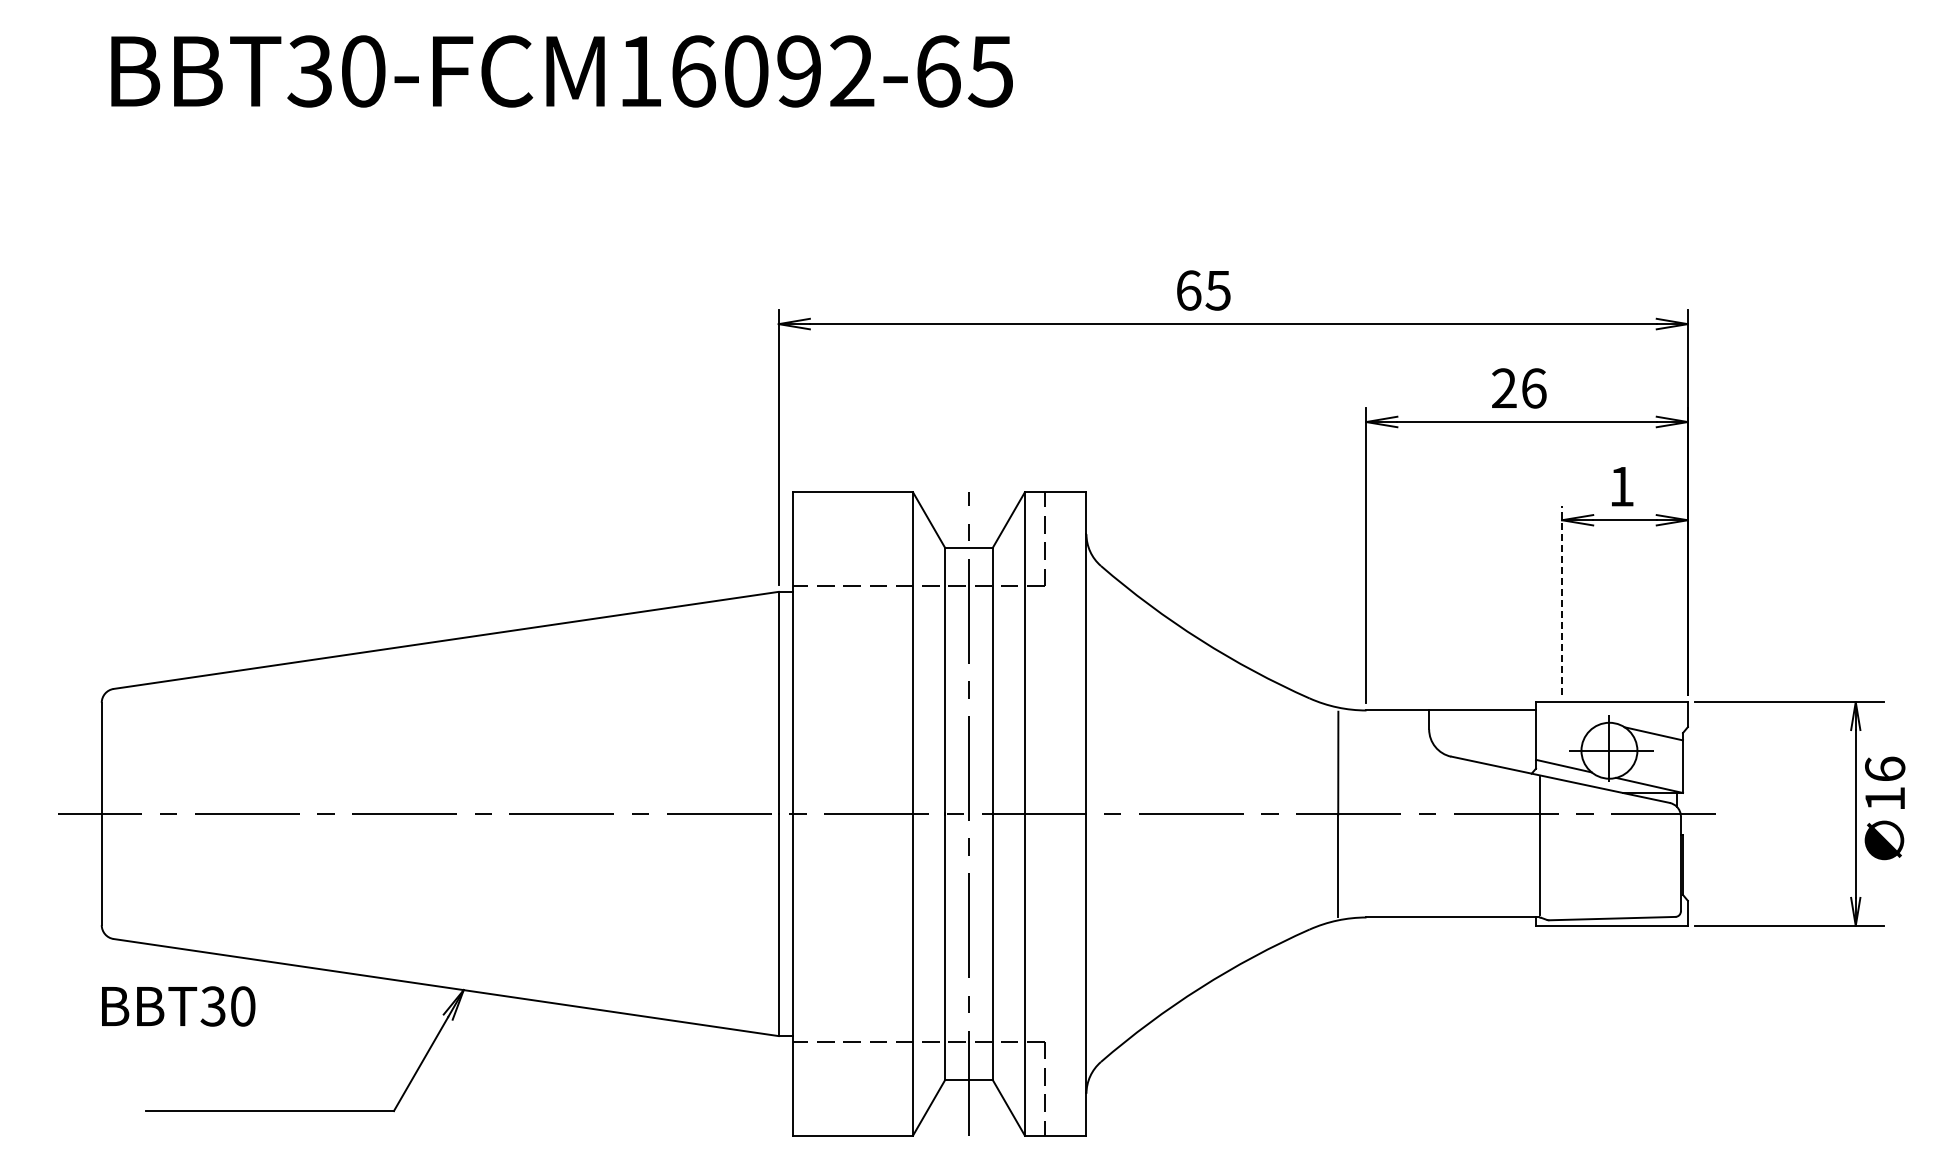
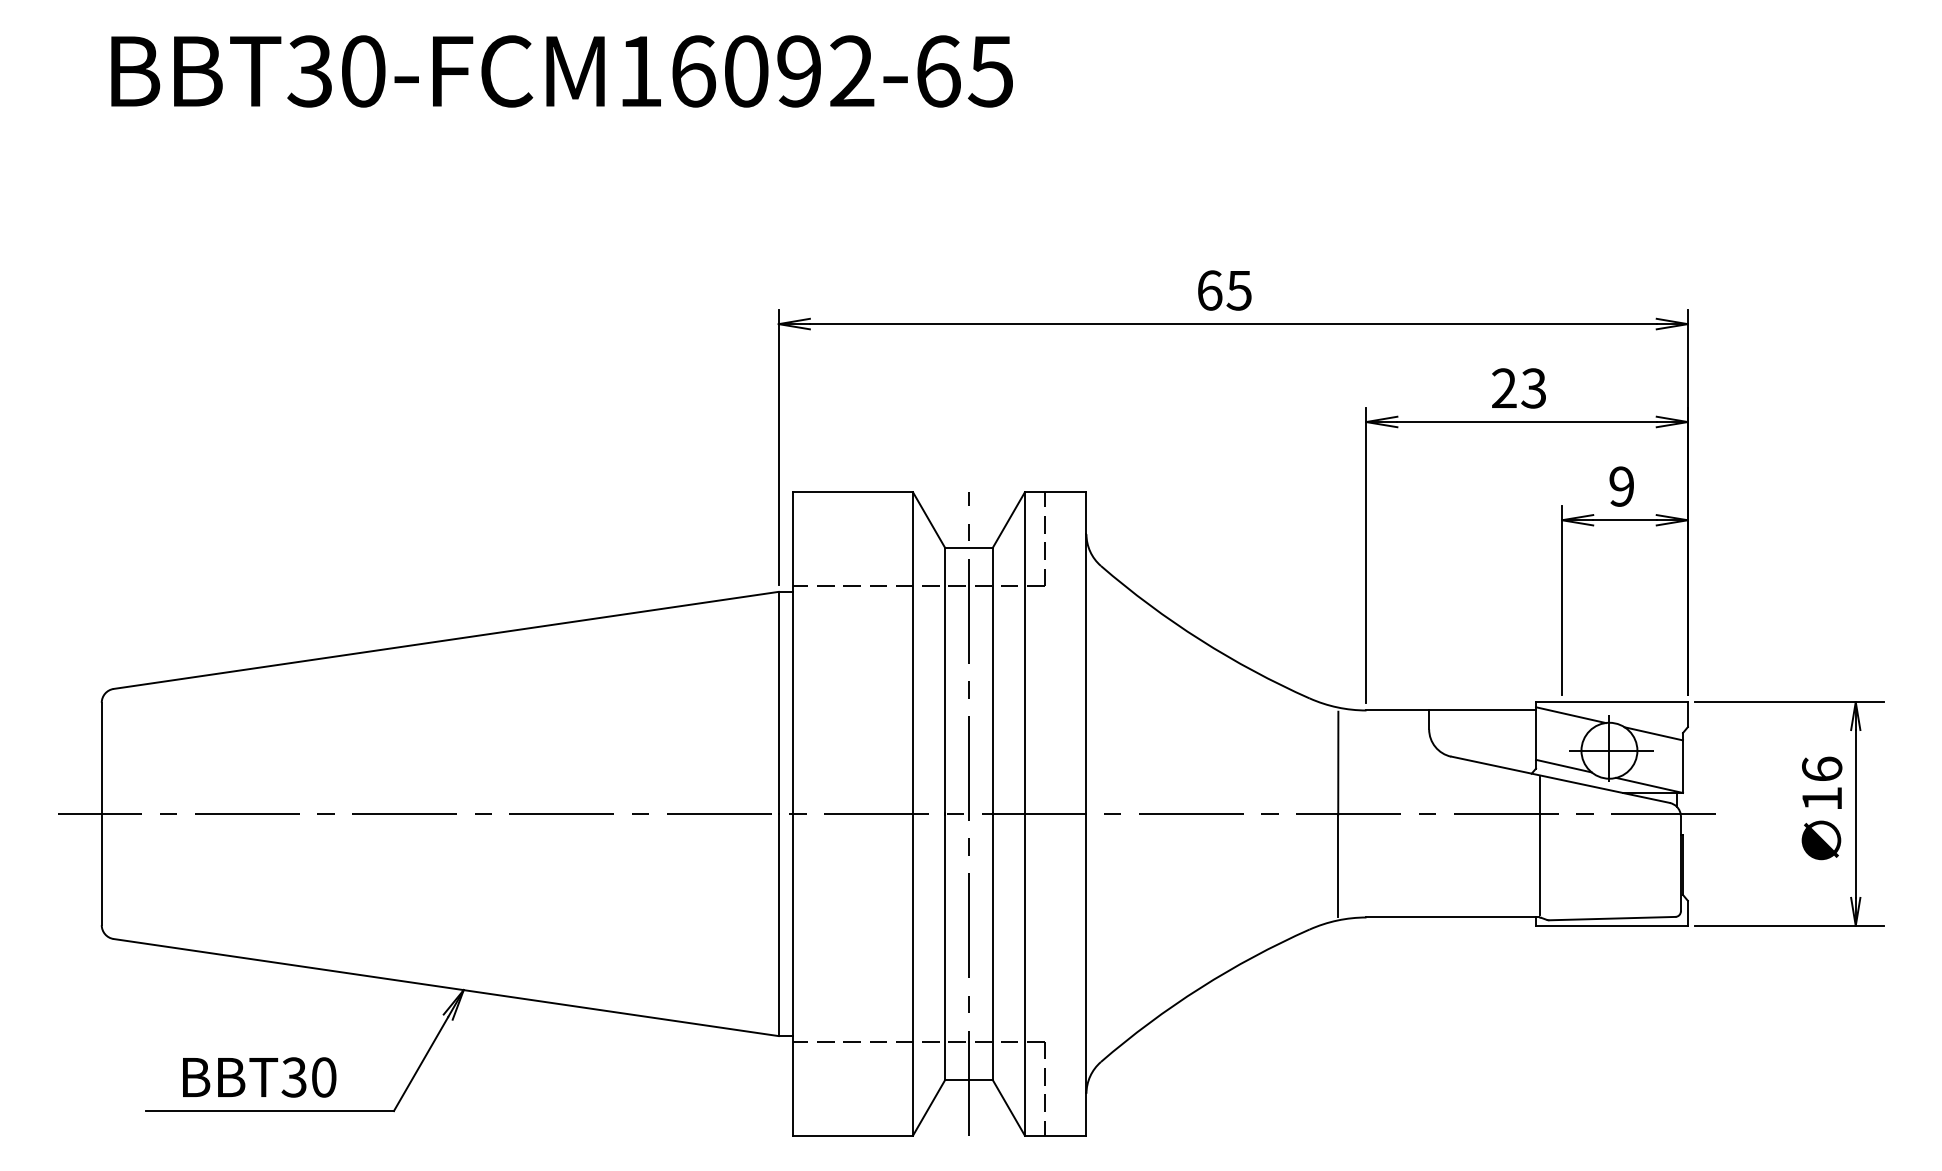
text at (1203, 290) position: (1203, 290) -> (1224, 290)
text at (1533, 388): 26 -> 23
text at (1621, 486): 1 -> 9
line at (1562, 600): dashed -> solid
line at (1570, 715): none -> present
text at (1884, 808) position: (1884, 808) -> (1821, 808)
text at (178, 1006) position: (178, 1006) -> (259, 1077)
